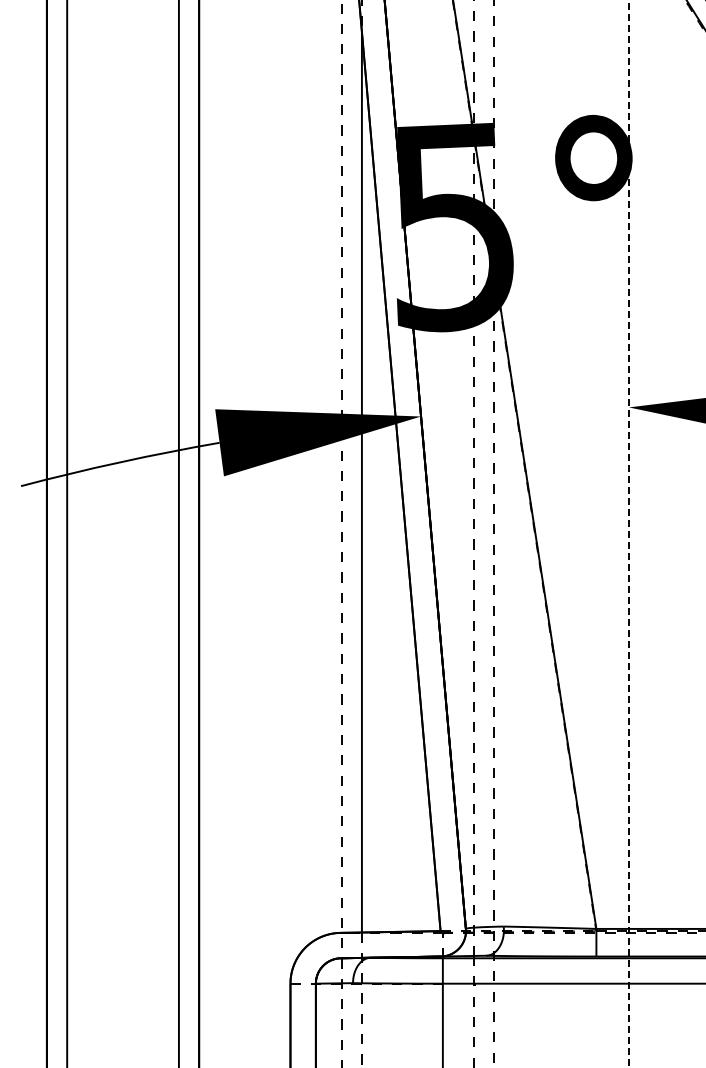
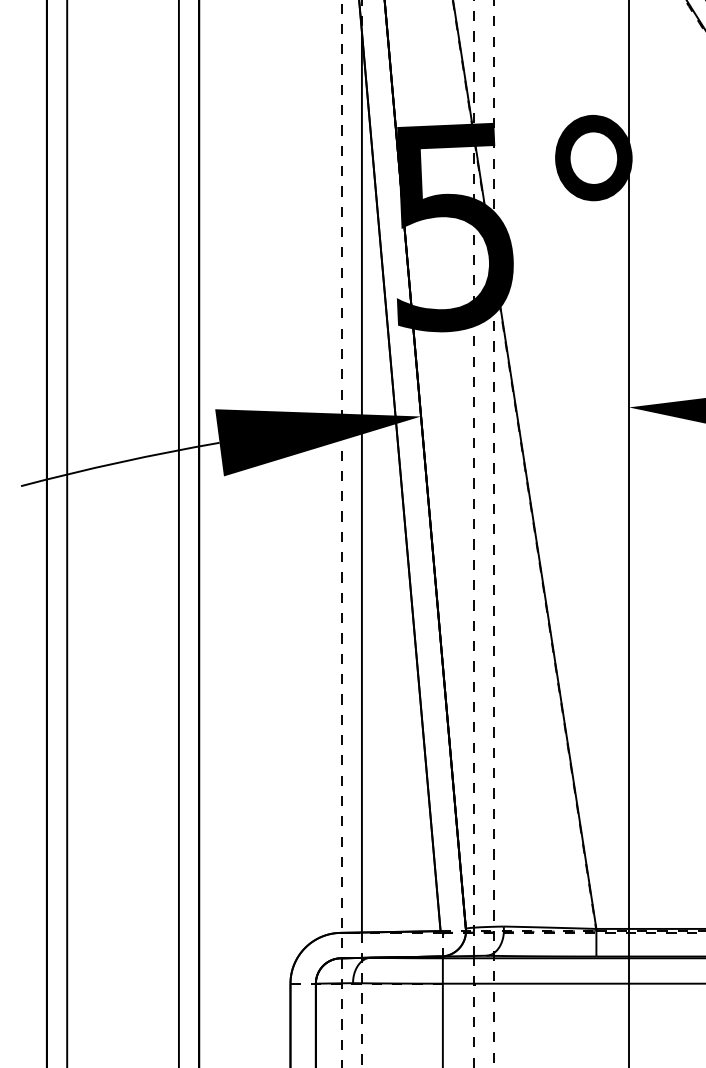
line at (628, 533): dashed -> solid
